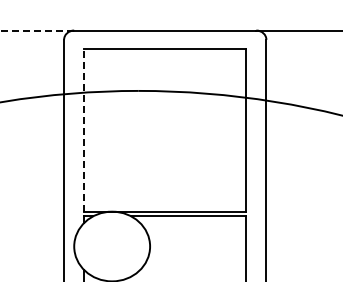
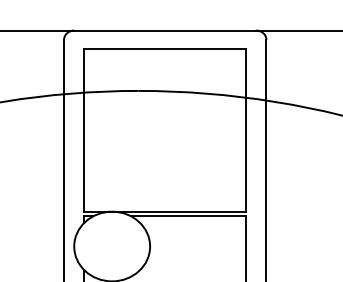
line at (37, 30): dashed -> solid
line at (84, 129): dashed -> solid
